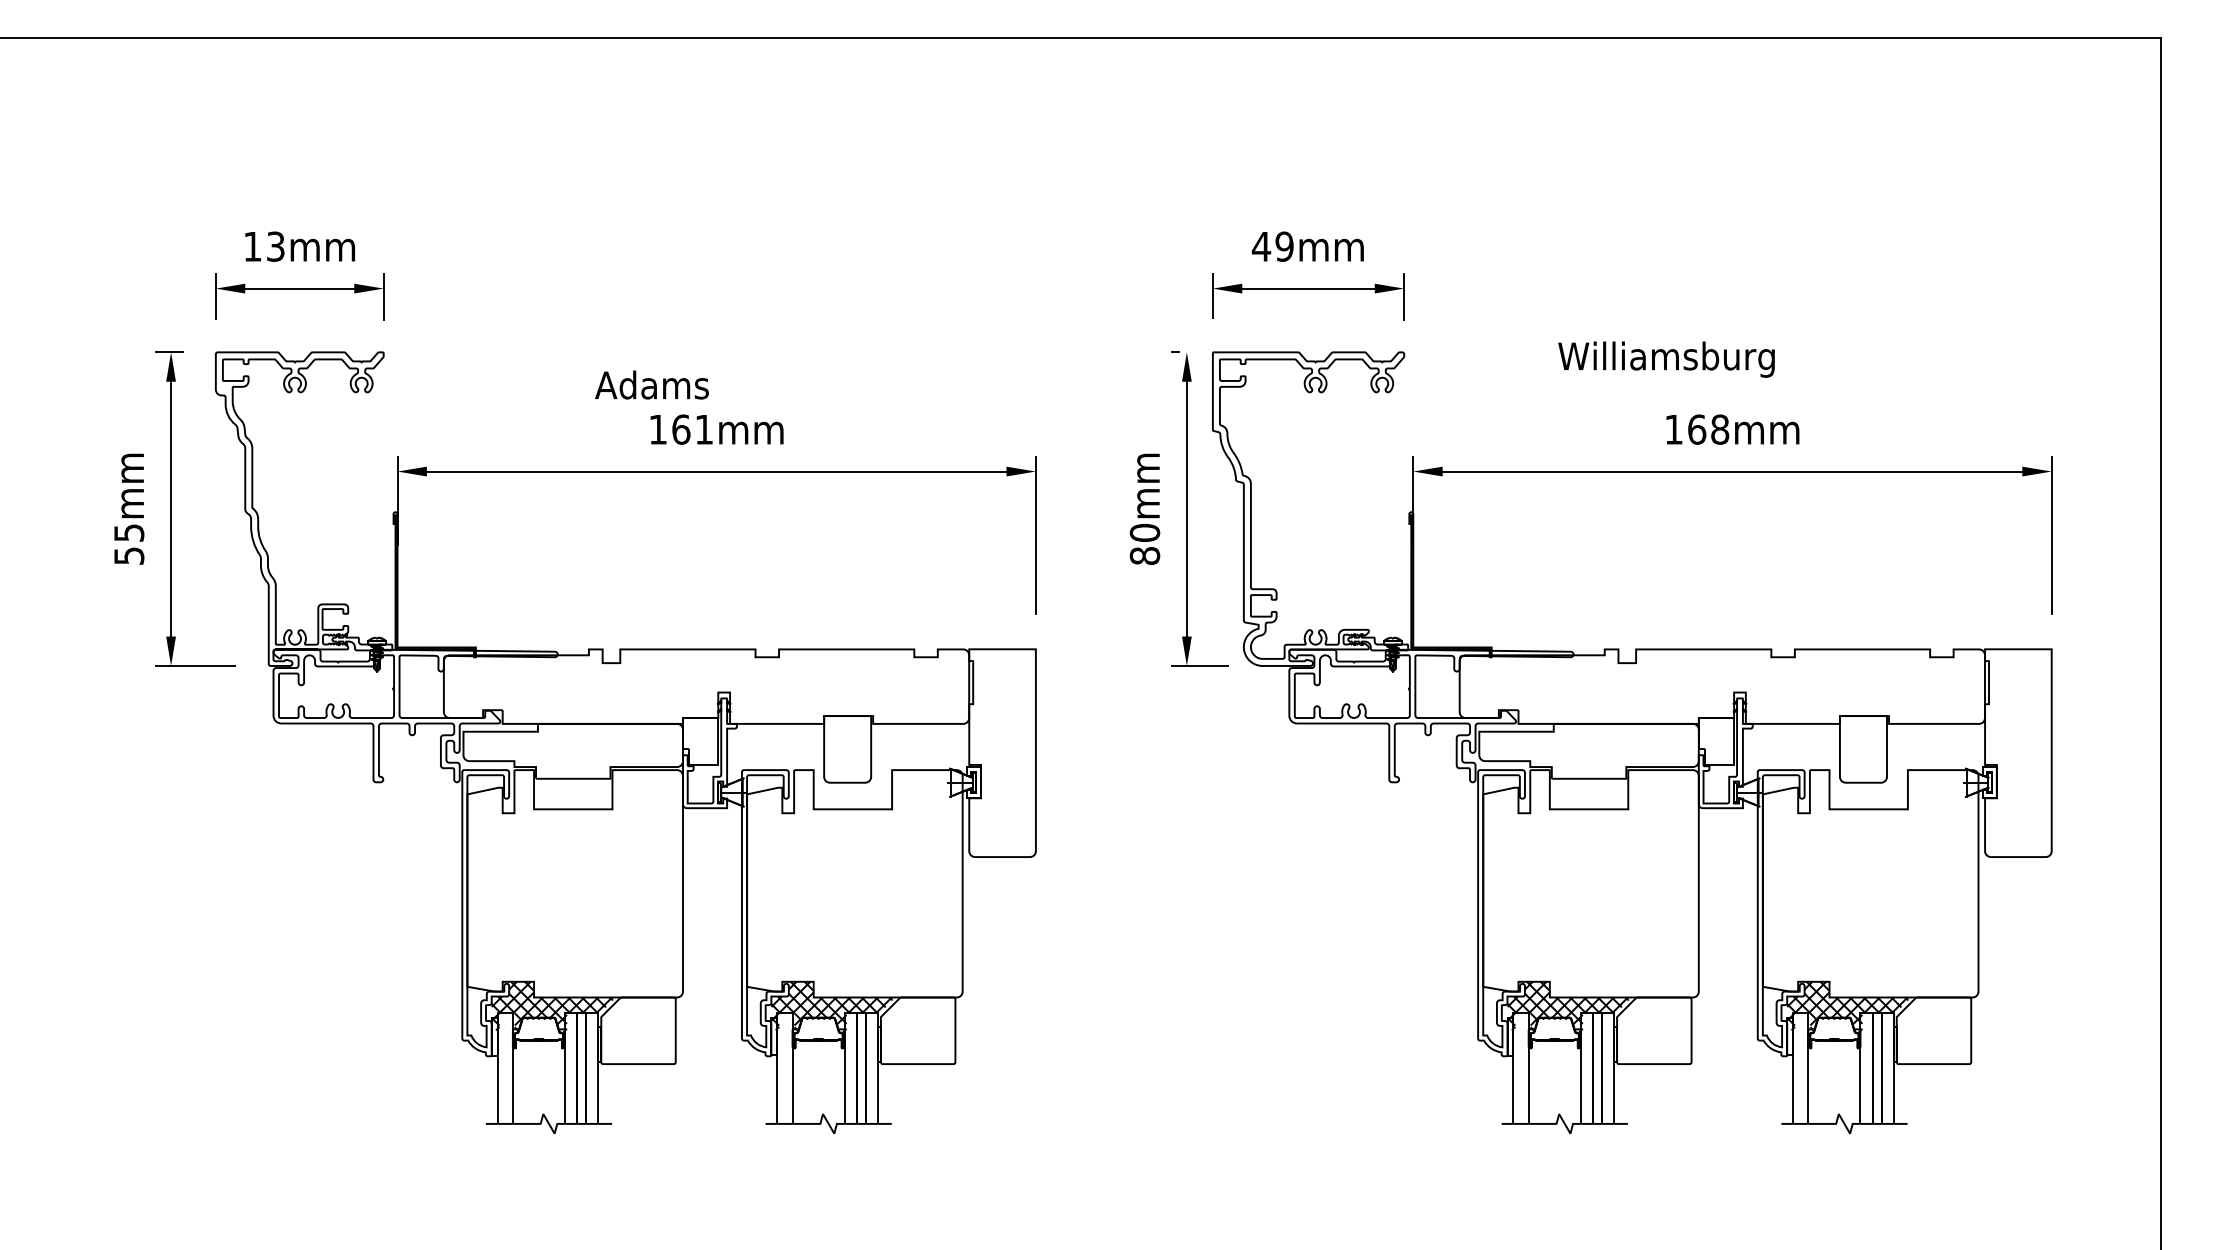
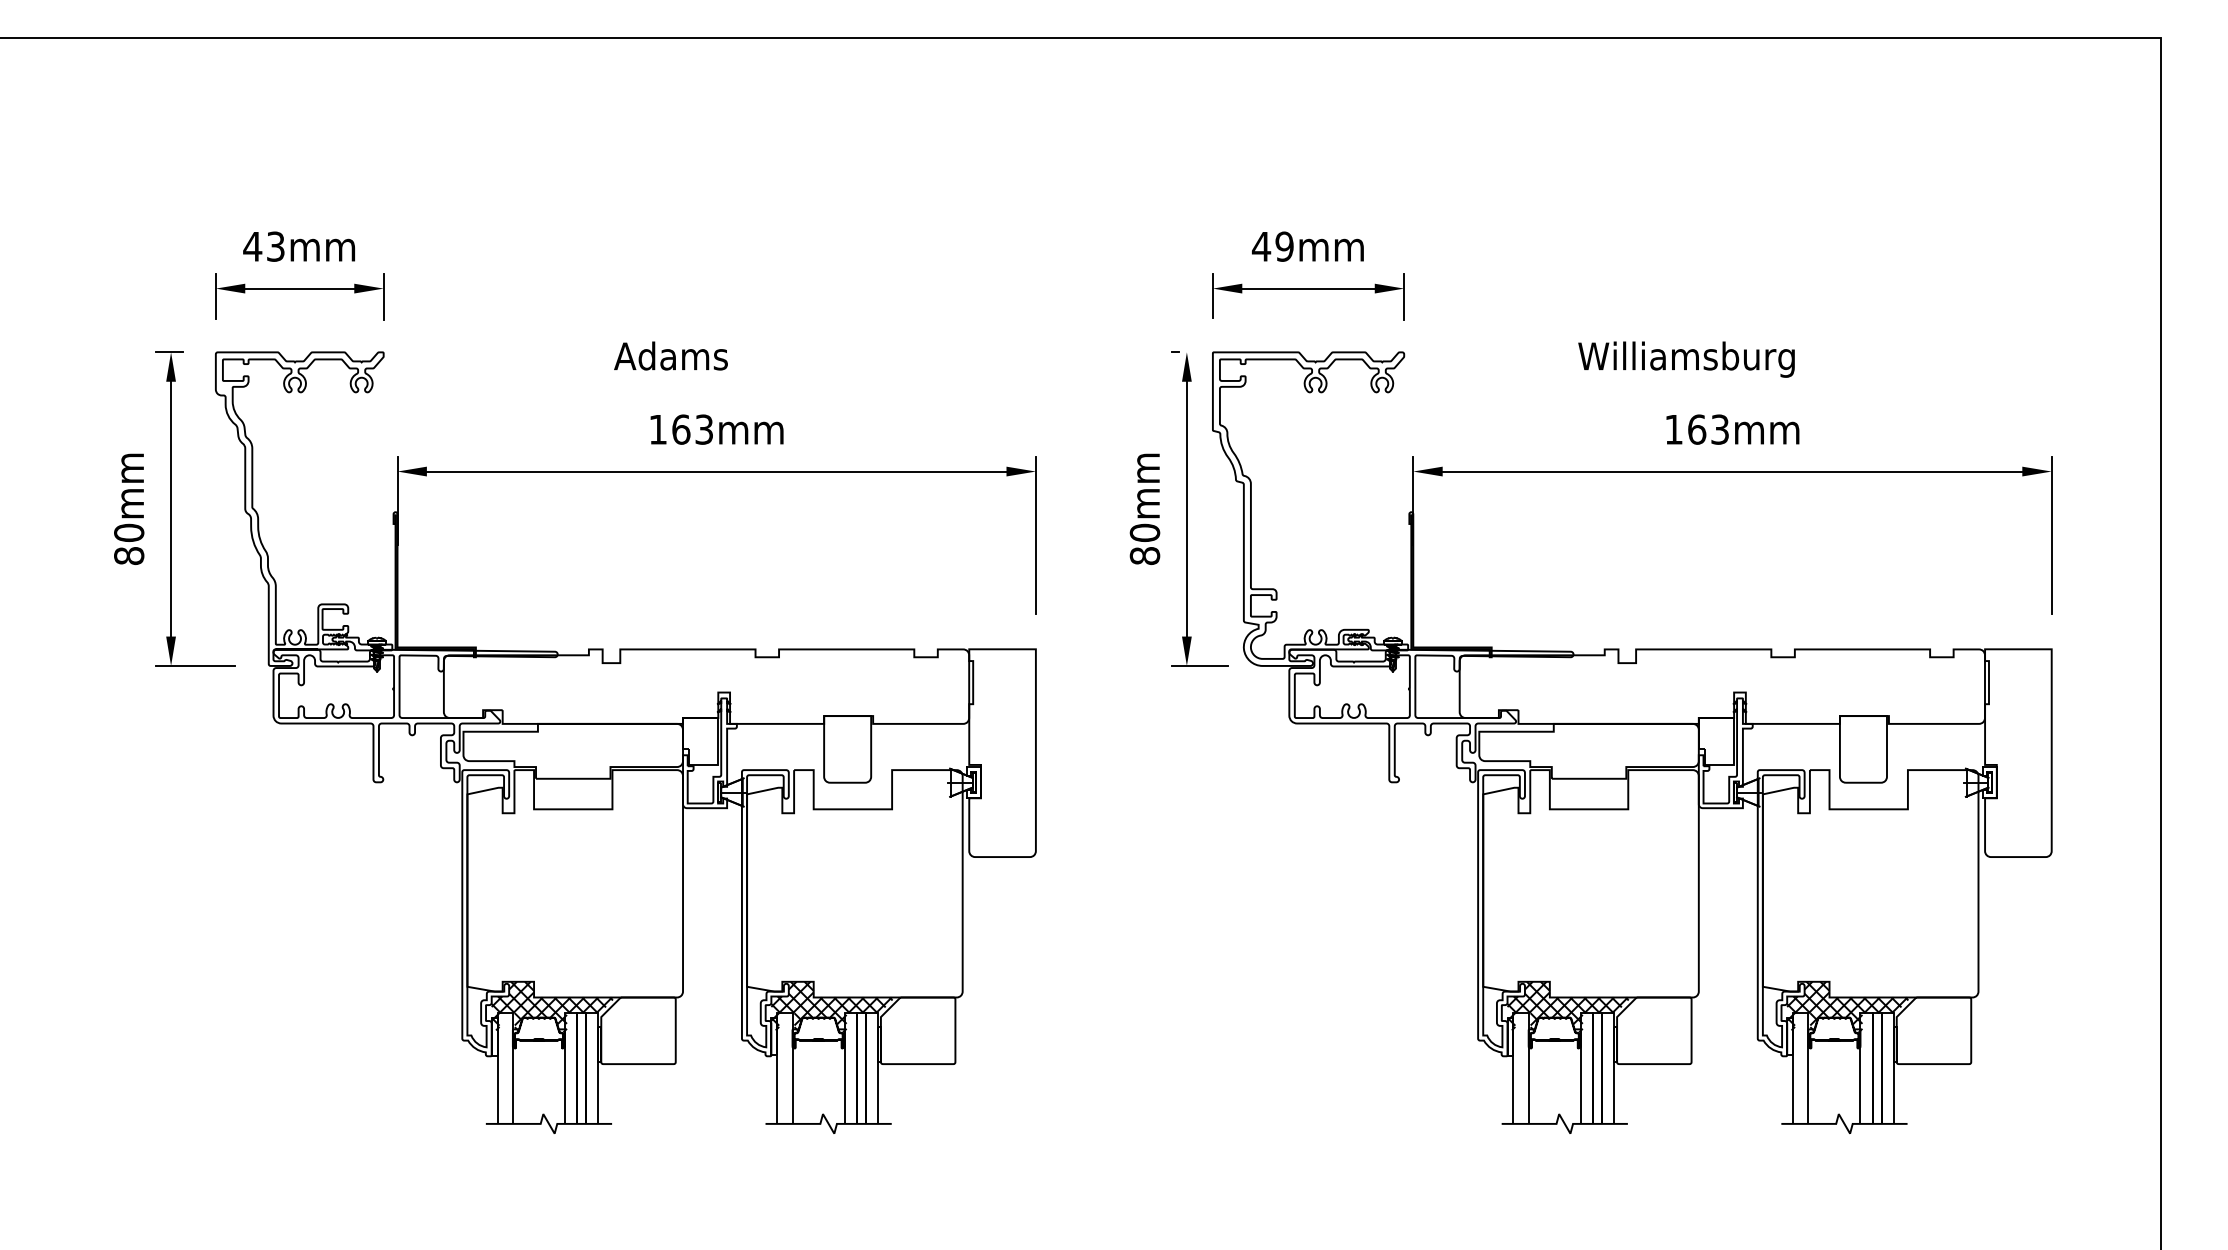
text at (252, 246): 13mm -> 43mm
text at (1666, 359) position: (1666, 359) -> (1686, 359)
text at (651, 384) position: (651, 384) -> (670, 355)
text at (703, 429): 161mm -> 163mm
text at (1720, 429): 168mm -> 163mm
text at (129, 544): 55mm -> 80mm
